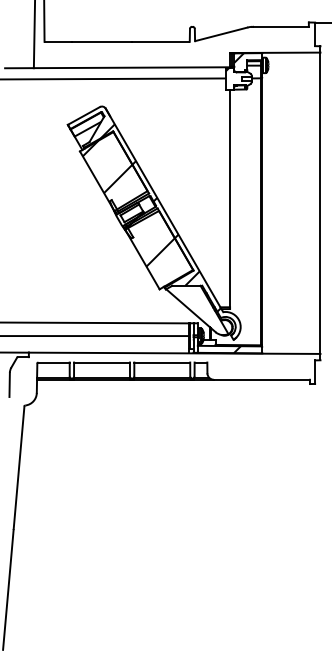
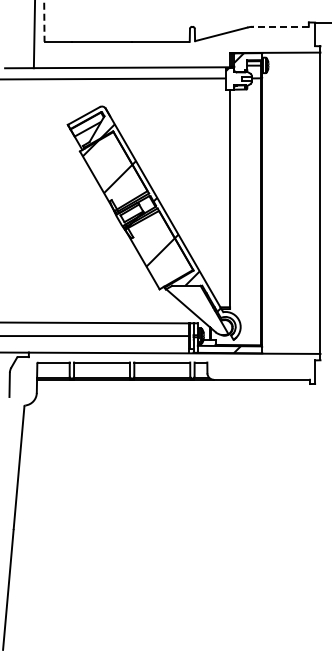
line at (44, 21): solid -> dashed
line at (281, 26): solid -> dashed
